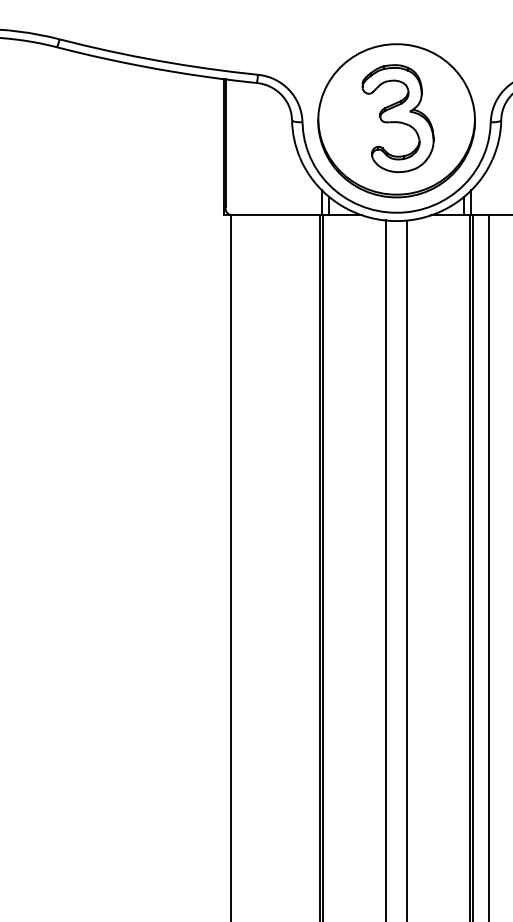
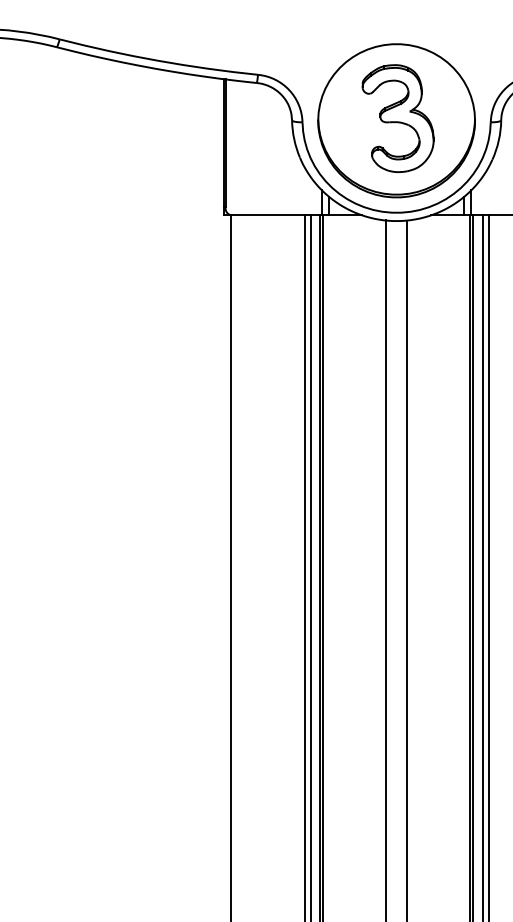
line at (304, 566): none -> present
line at (310, 566): none -> present
line at (482, 566): none -> present
